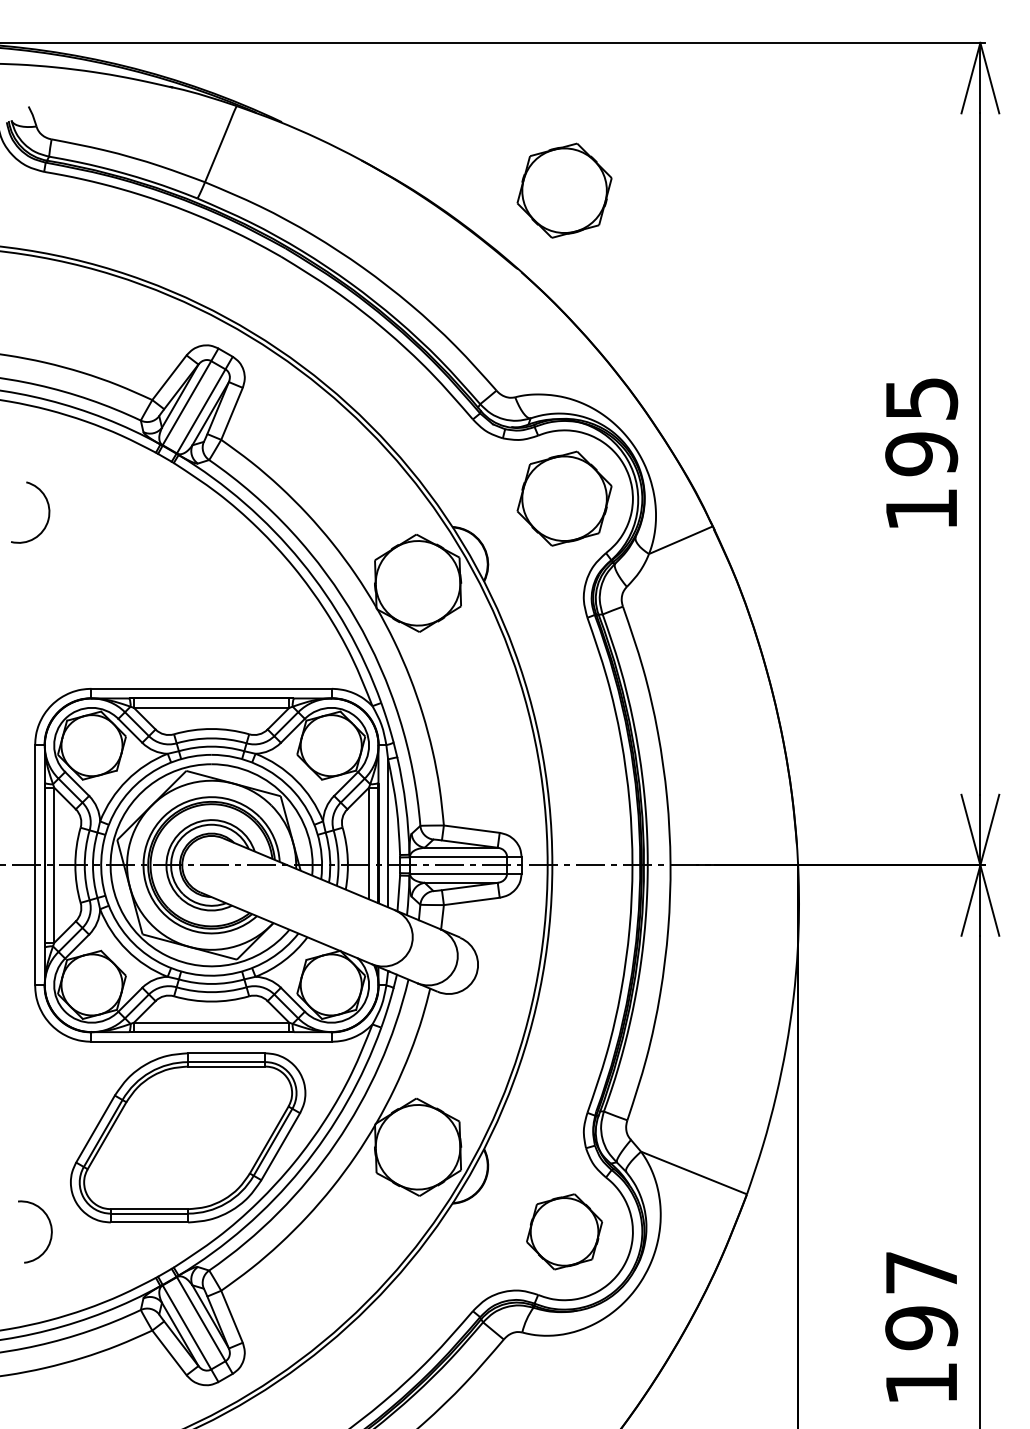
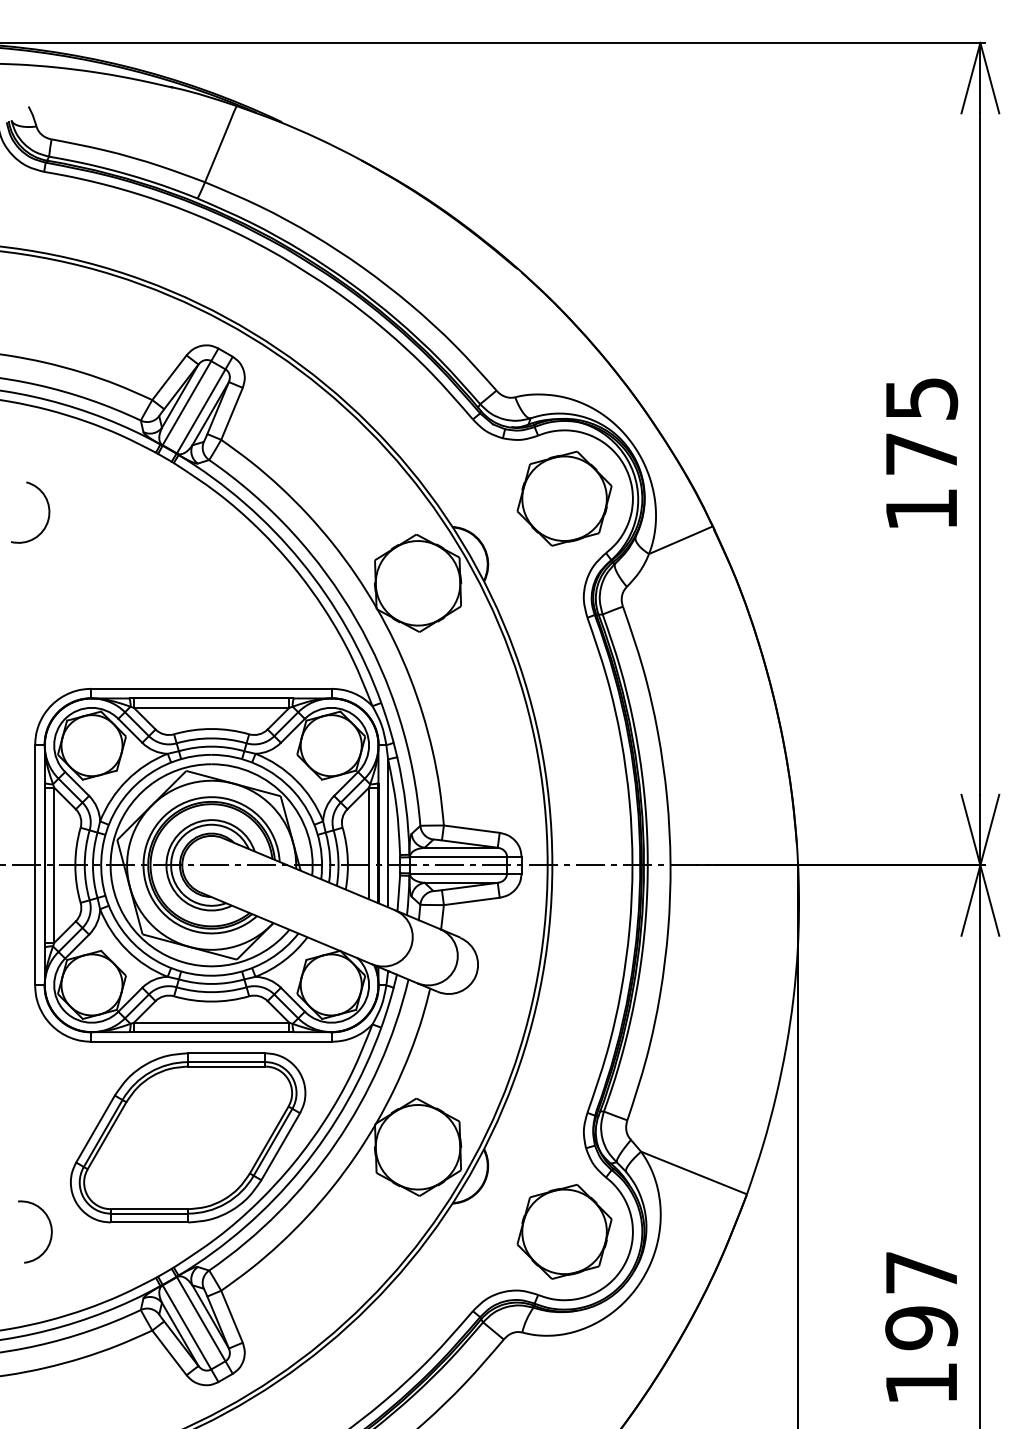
part at (564, 190): present -> none
text at (921, 454): 195 -> 175
part at (564, 1231) size: 78x78 px -> 97x96 px
